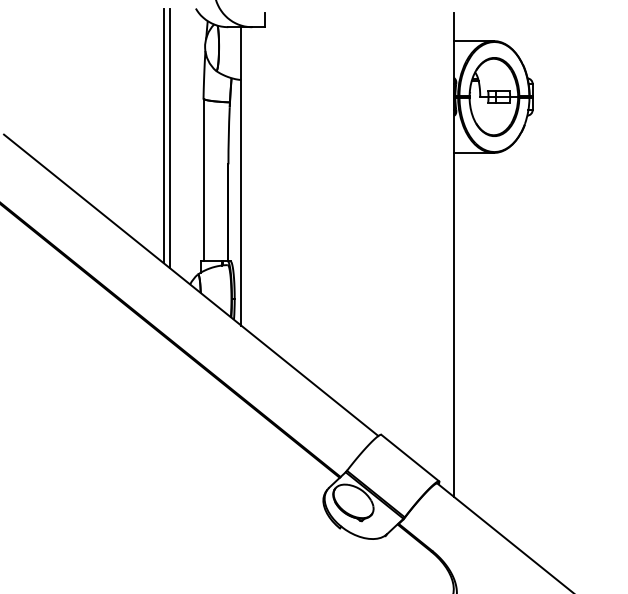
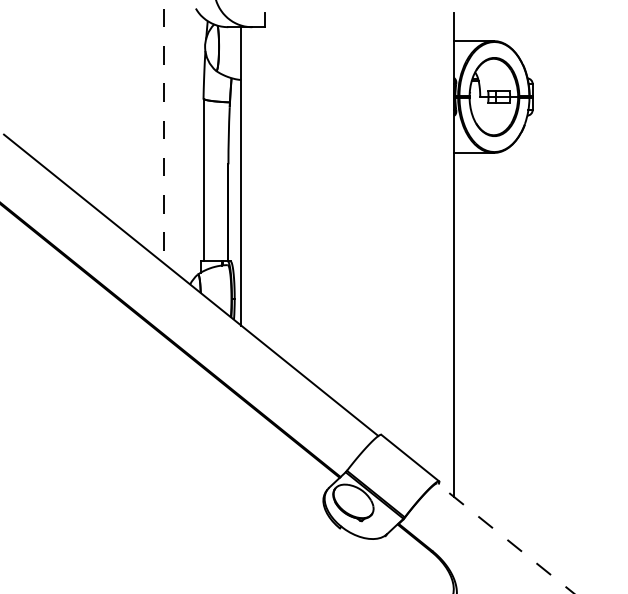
line at (163, 136): solid -> dashed
line at (170, 138): present -> none
line at (505, 538): solid -> dashed
